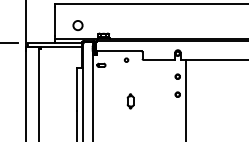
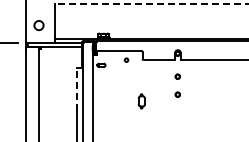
line at (151, 4): solid -> dashed
circle at (77, 25) position: (77, 25) -> (38, 25)
line at (77, 89): solid -> dashed
line at (185, 98): present -> none
part at (130, 101) position: (130, 101) -> (141, 101)
